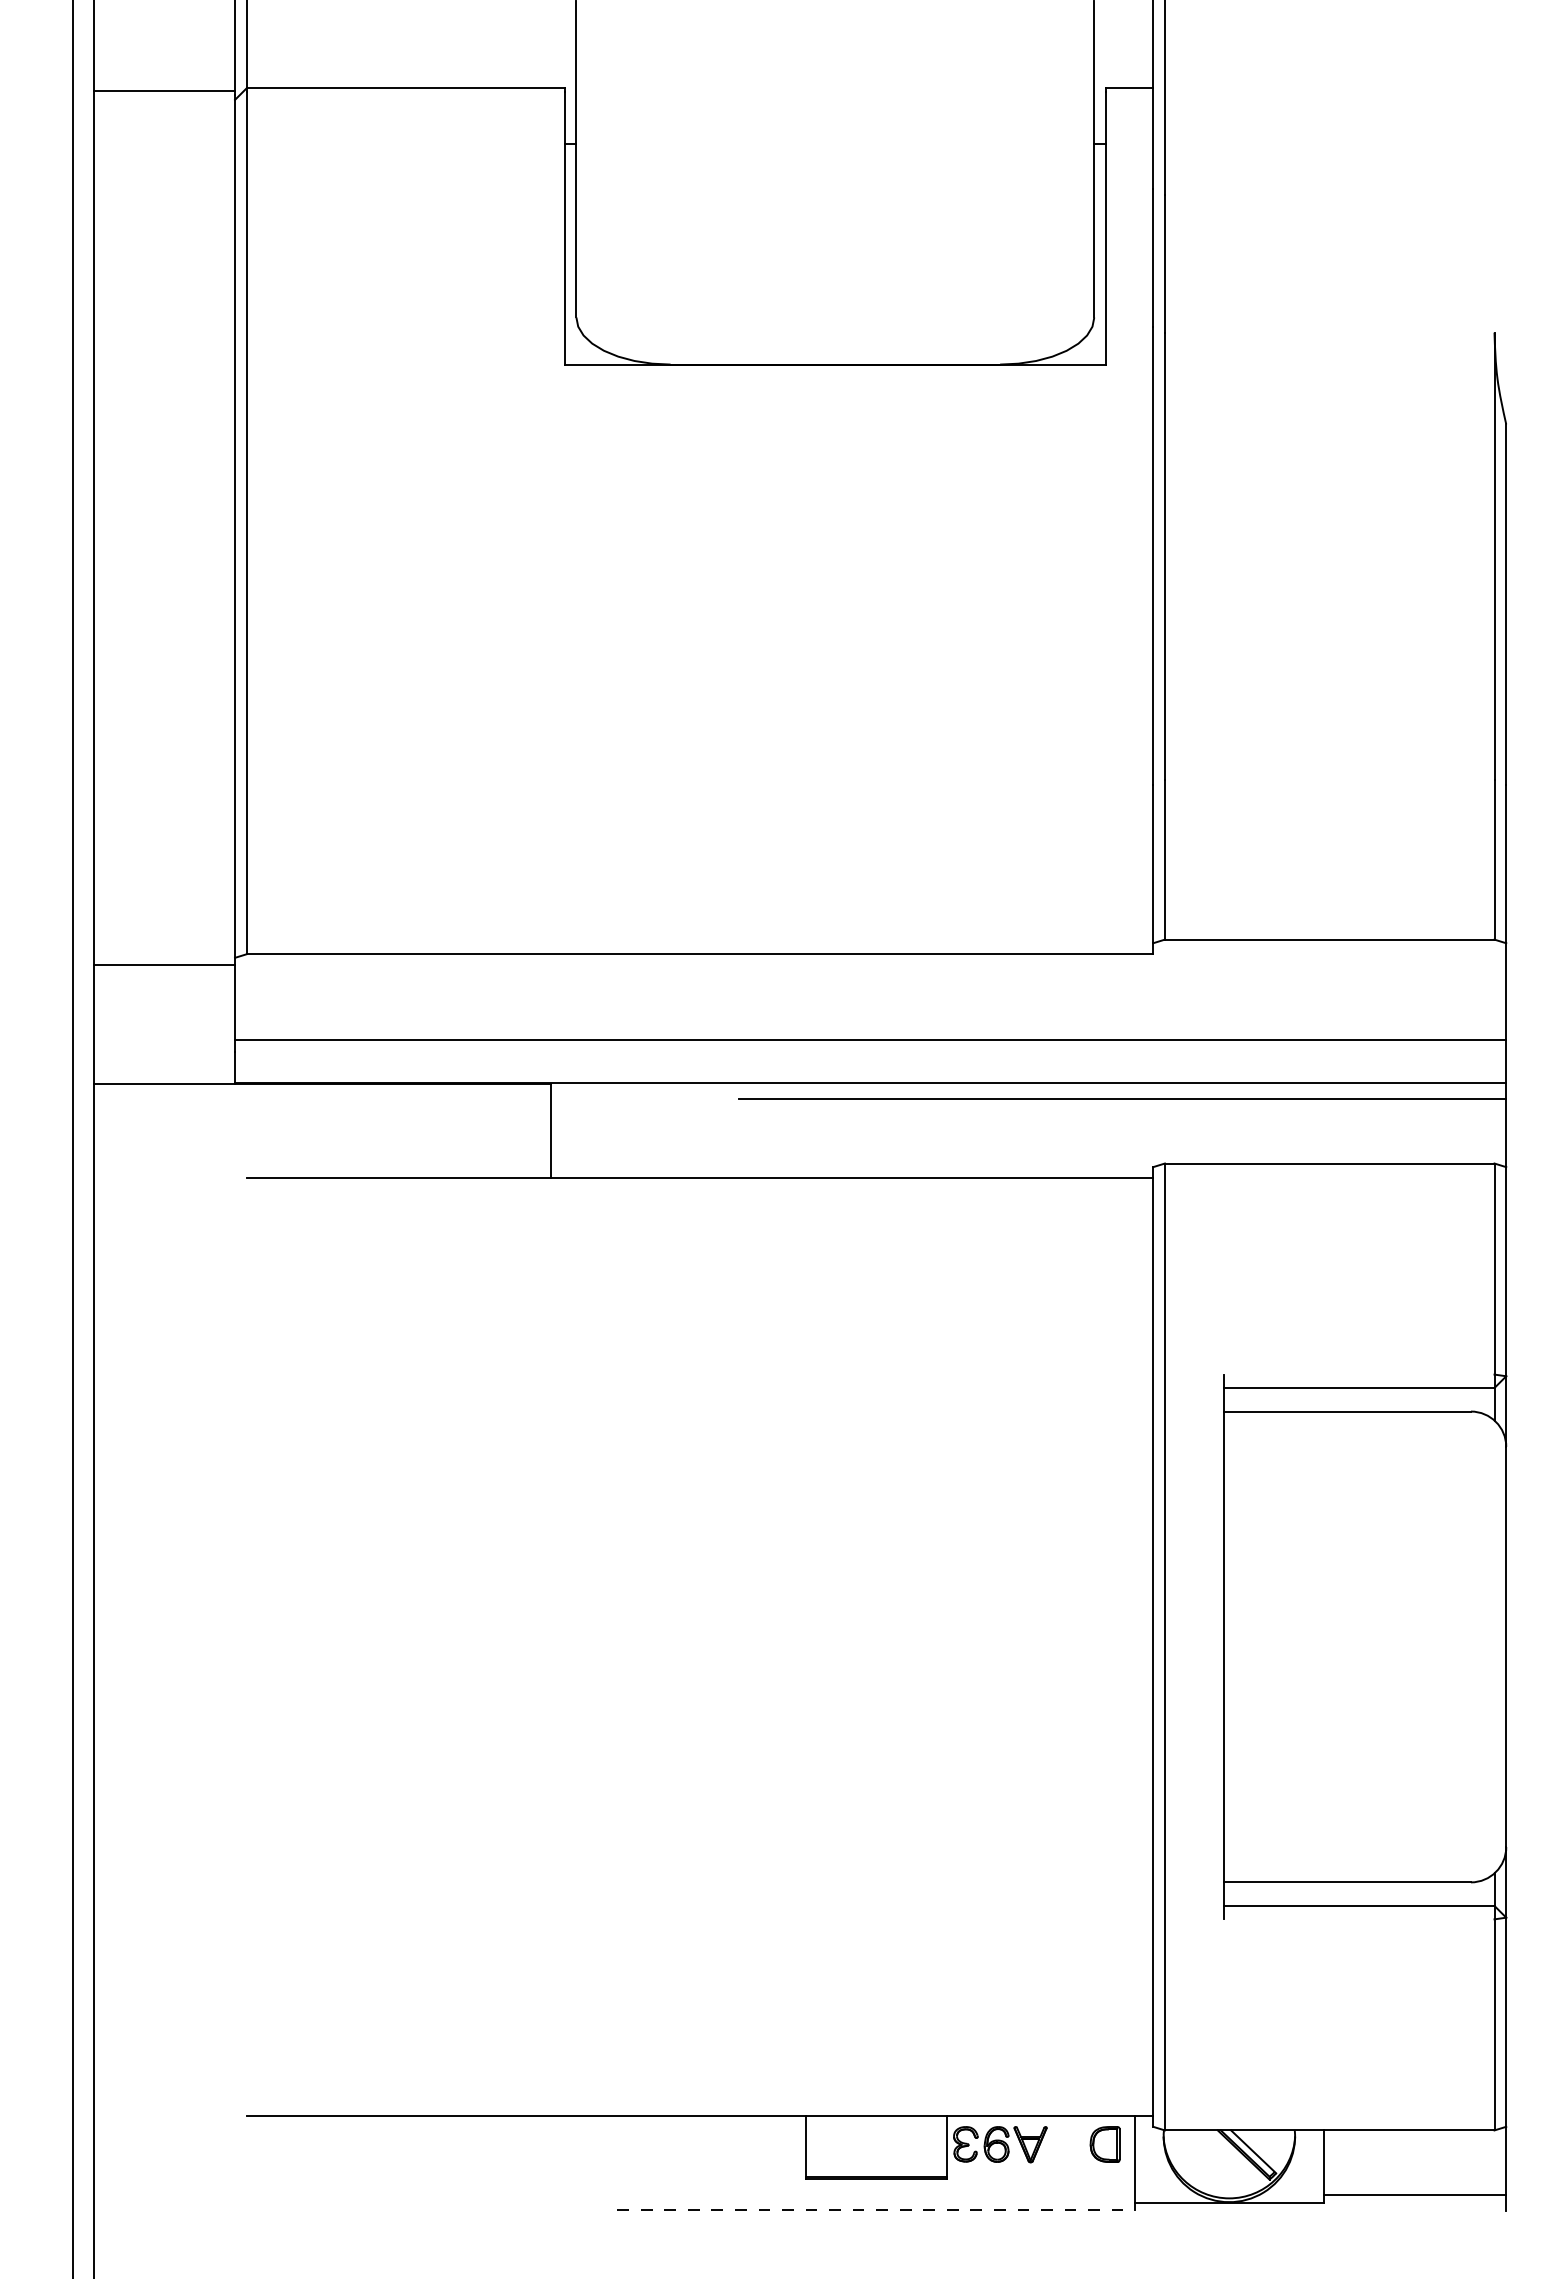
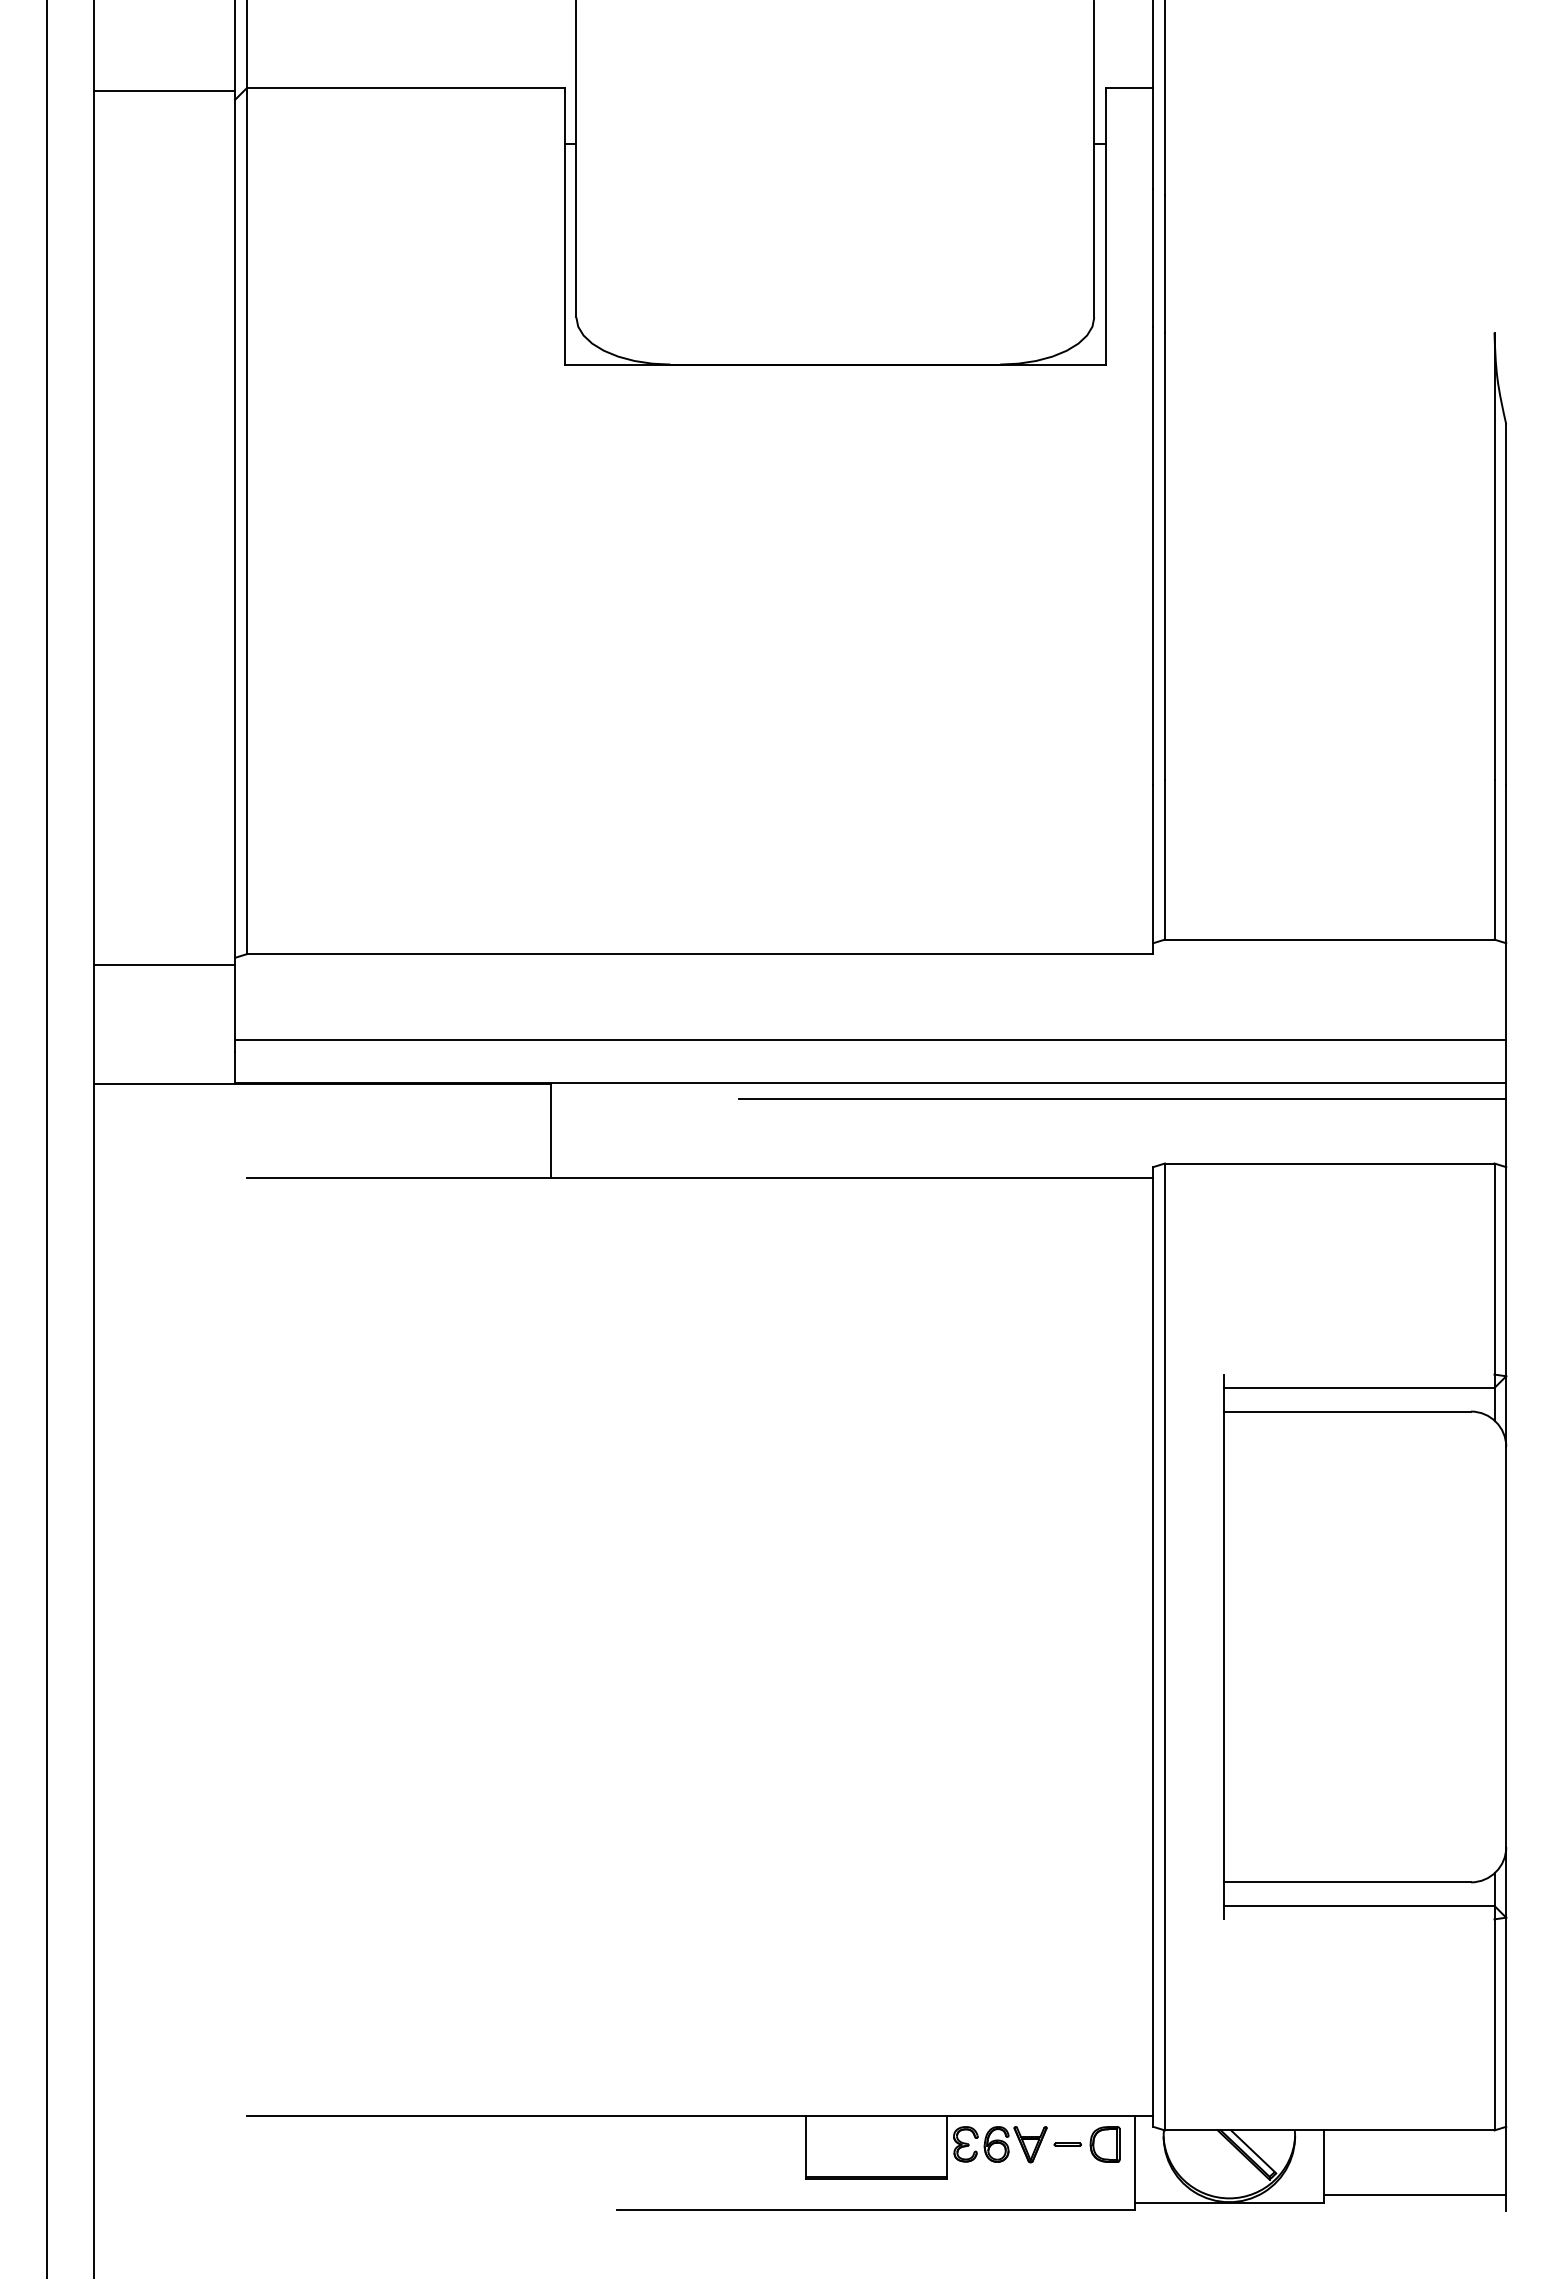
line at (72, 1138) position: (72, 1138) -> (46, 1138)
line at (1067, 2143): none -> present
line at (876, 2210): dashed -> solid
